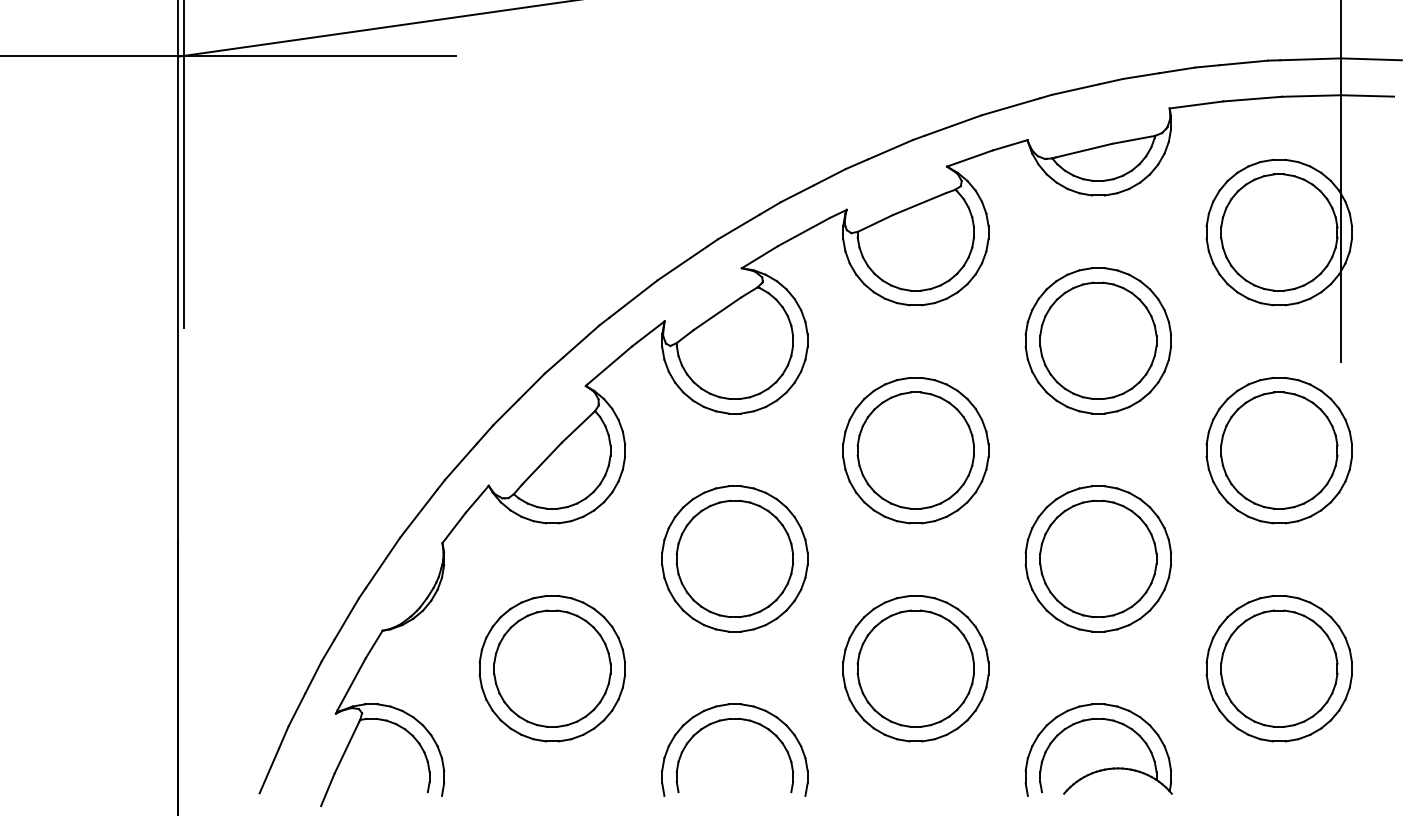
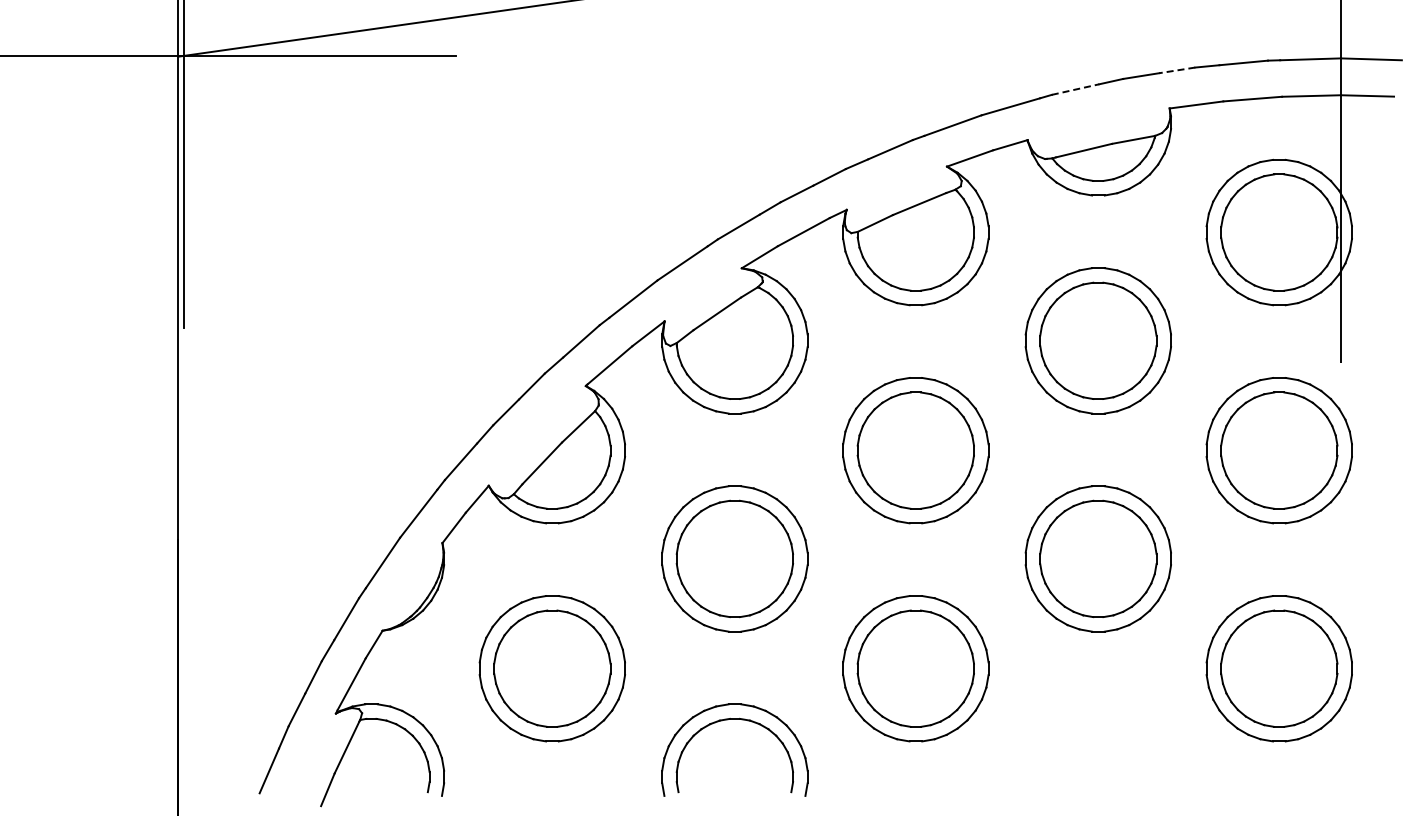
line at (1176, 70): solid -> dashed
line at (1076, 89): solid -> dashed
part at (1104, 768): present -> none
